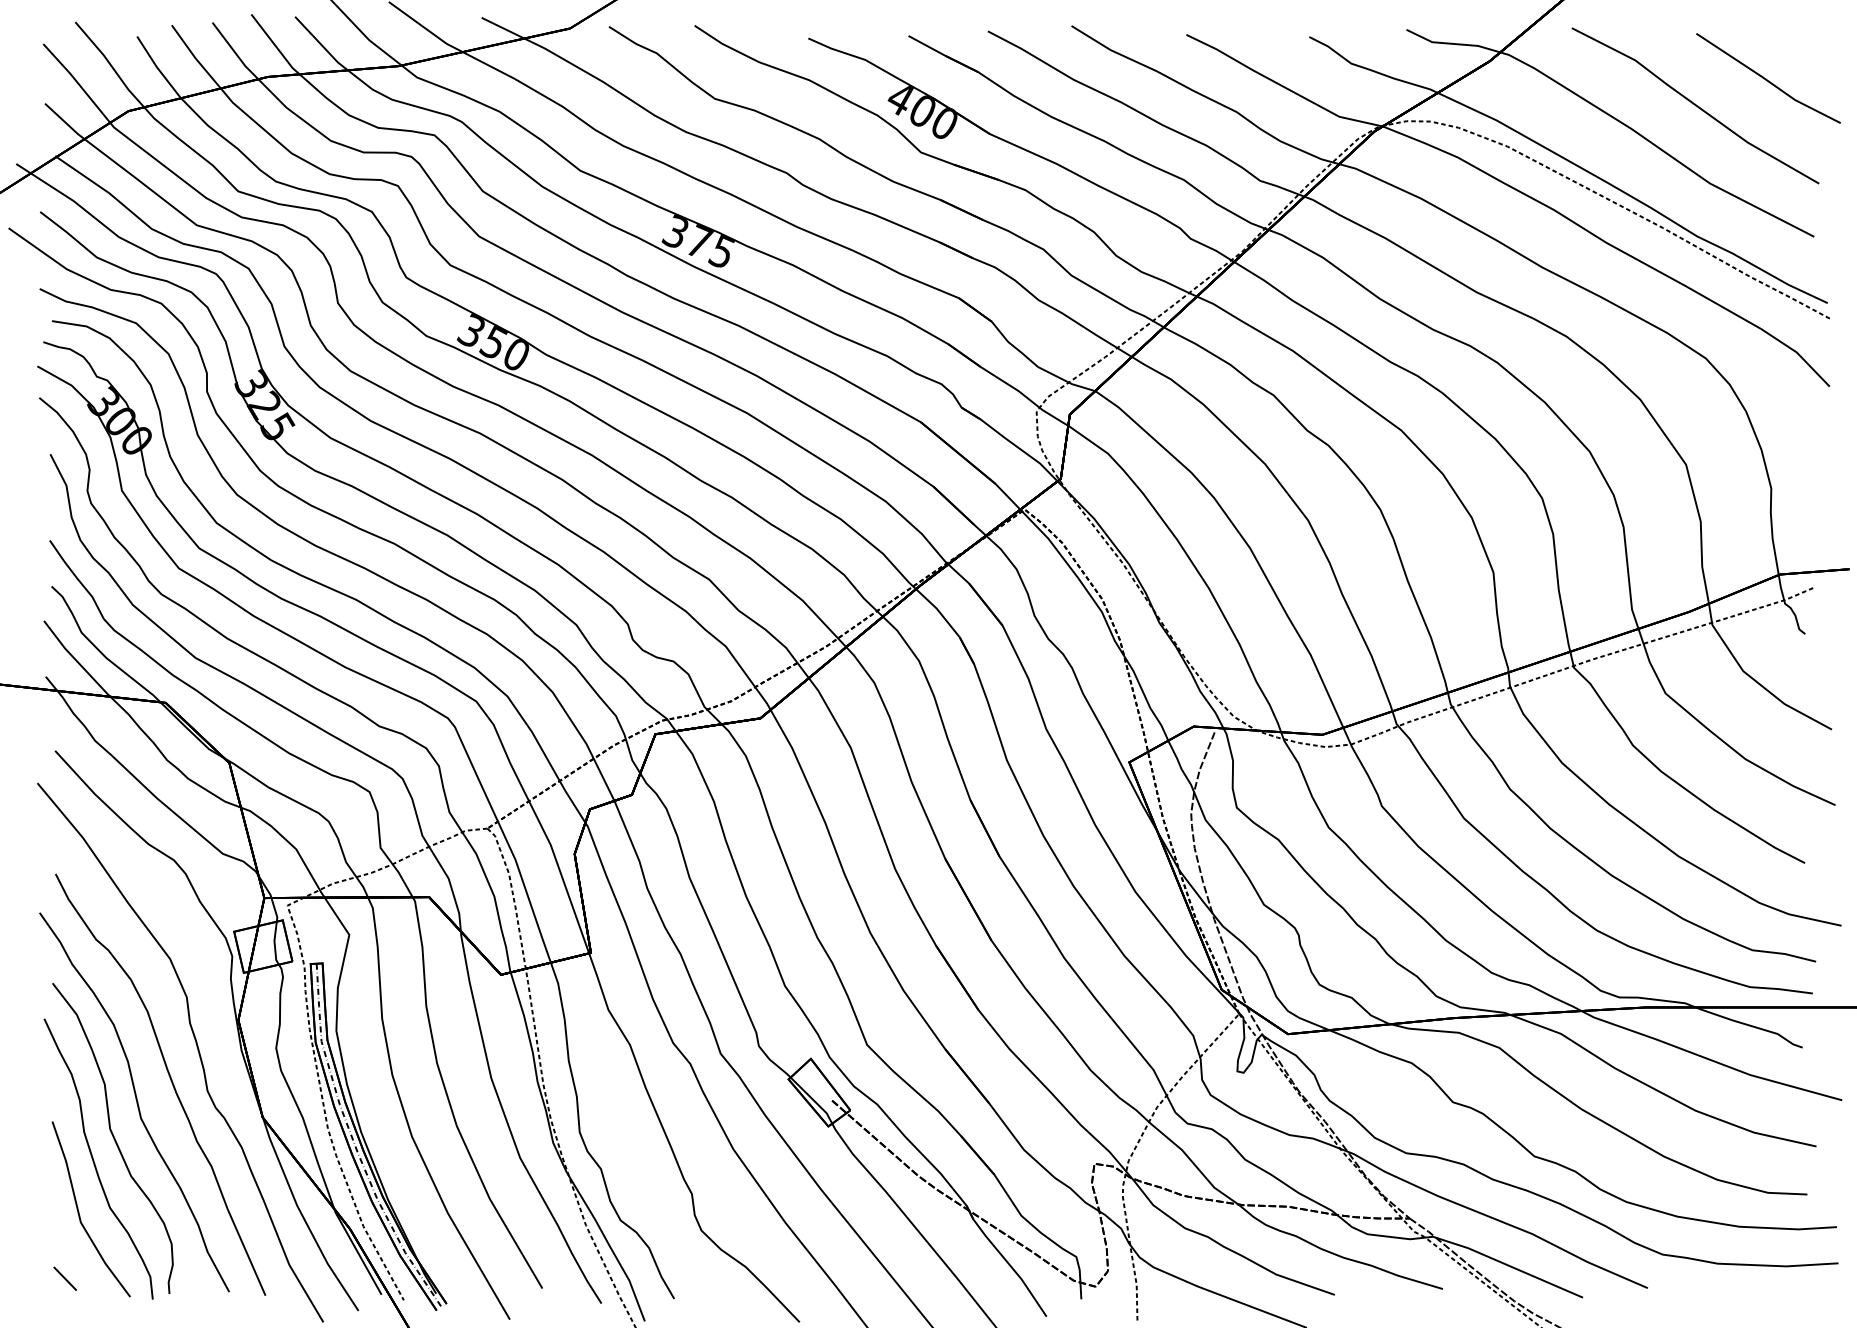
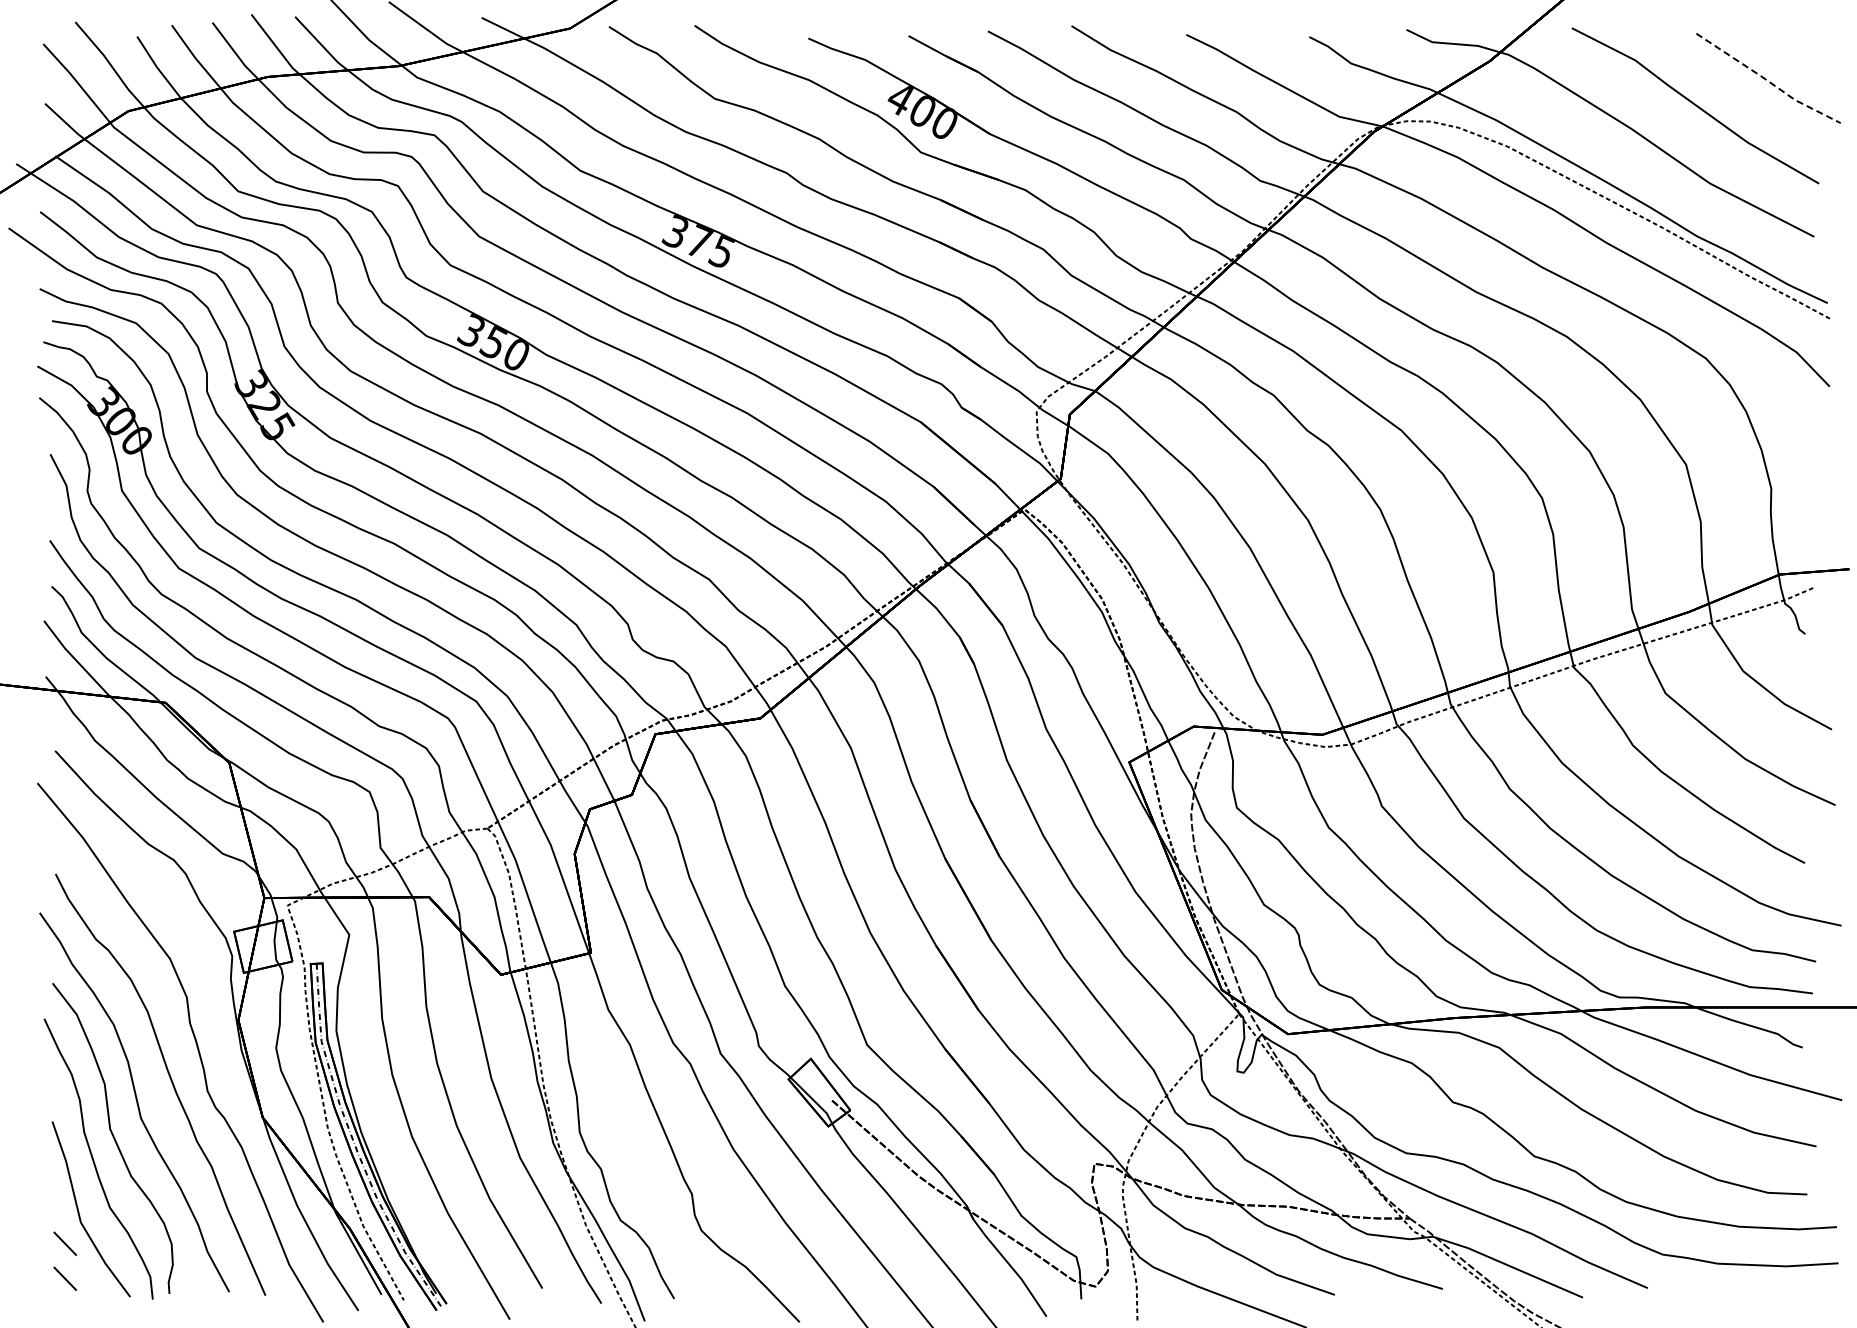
line at (1767, 80): solid -> dashed
line at (64, 1243): none -> present
